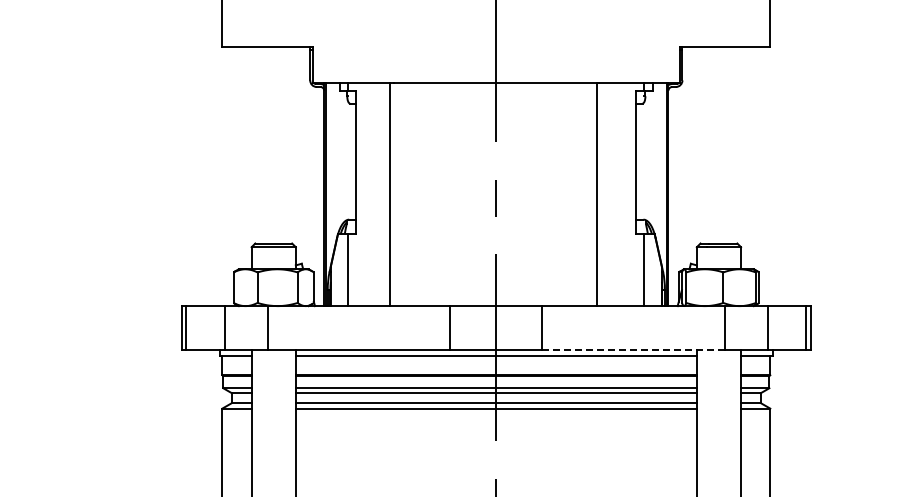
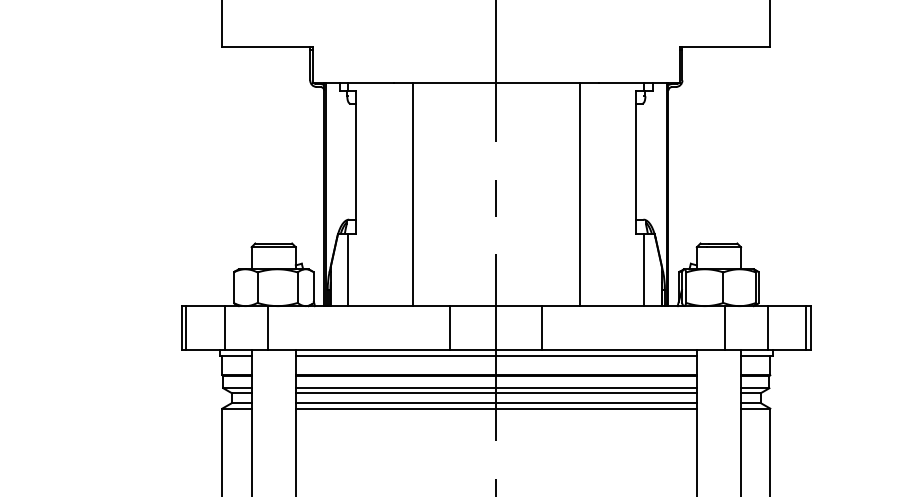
line at (389, 194) position: (389, 194) -> (412, 194)
line at (597, 194) position: (597, 194) -> (580, 194)
line at (634, 350): dashed -> solid
